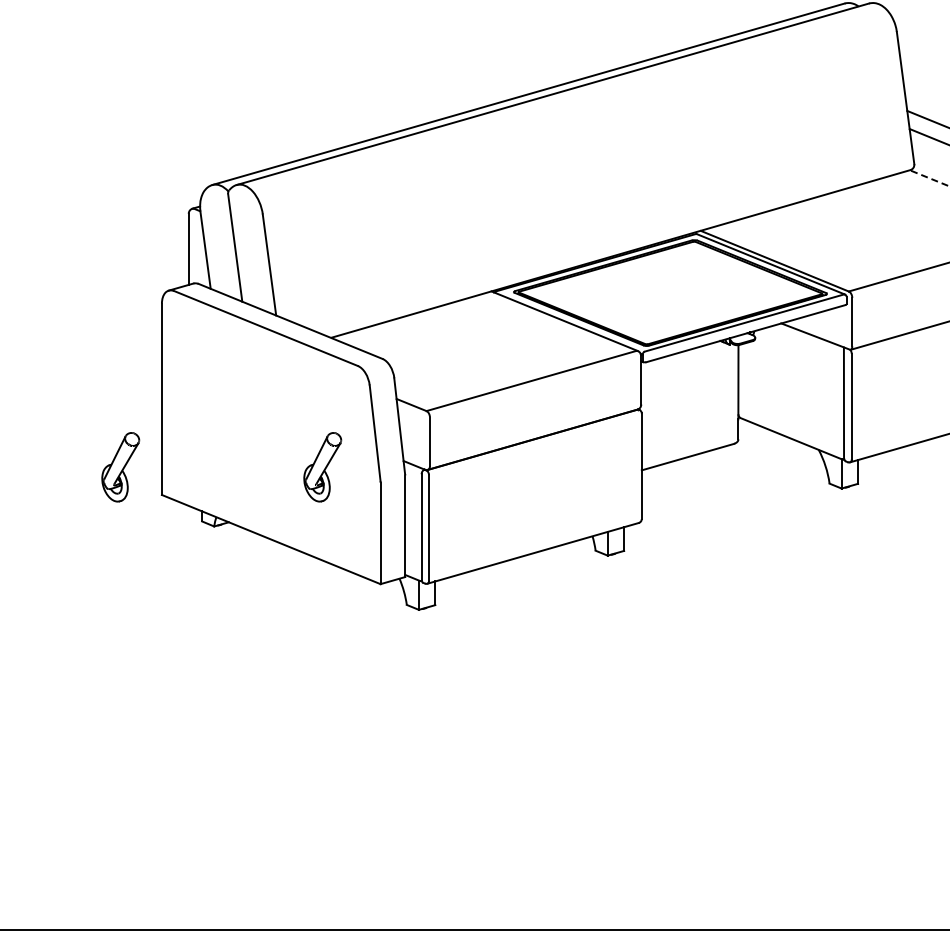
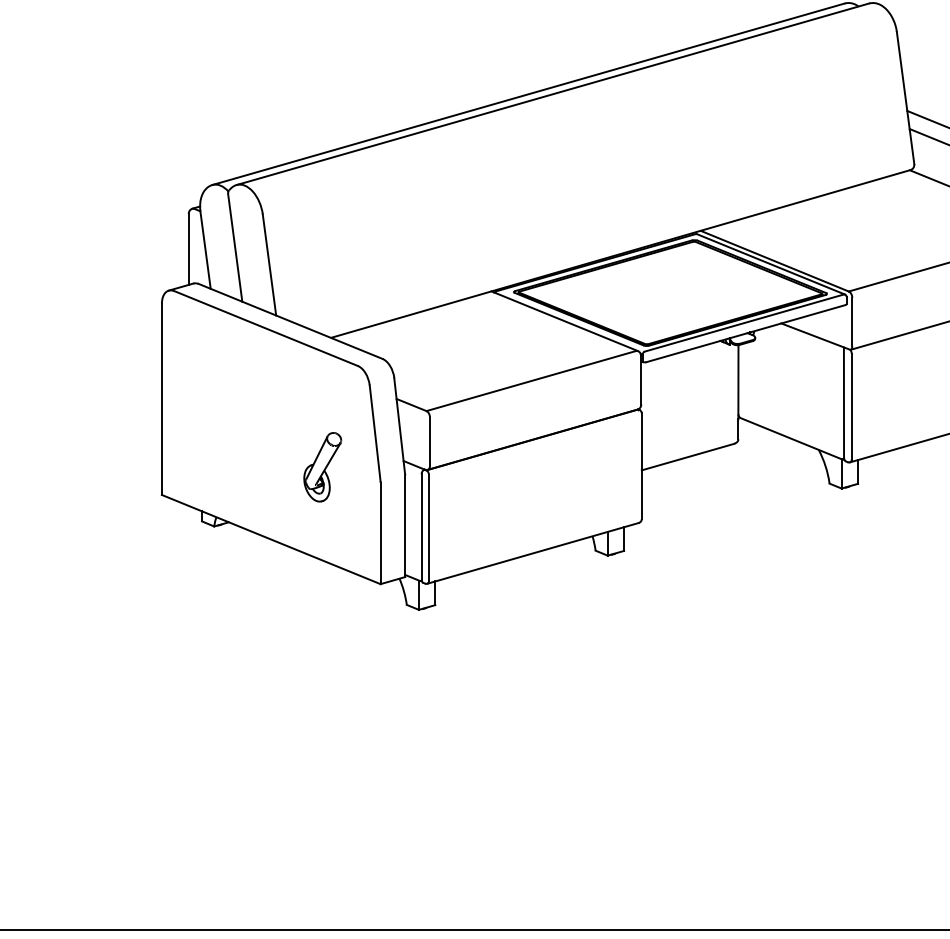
line at (929, 178): dashed -> solid
part at (120, 467): present -> none
